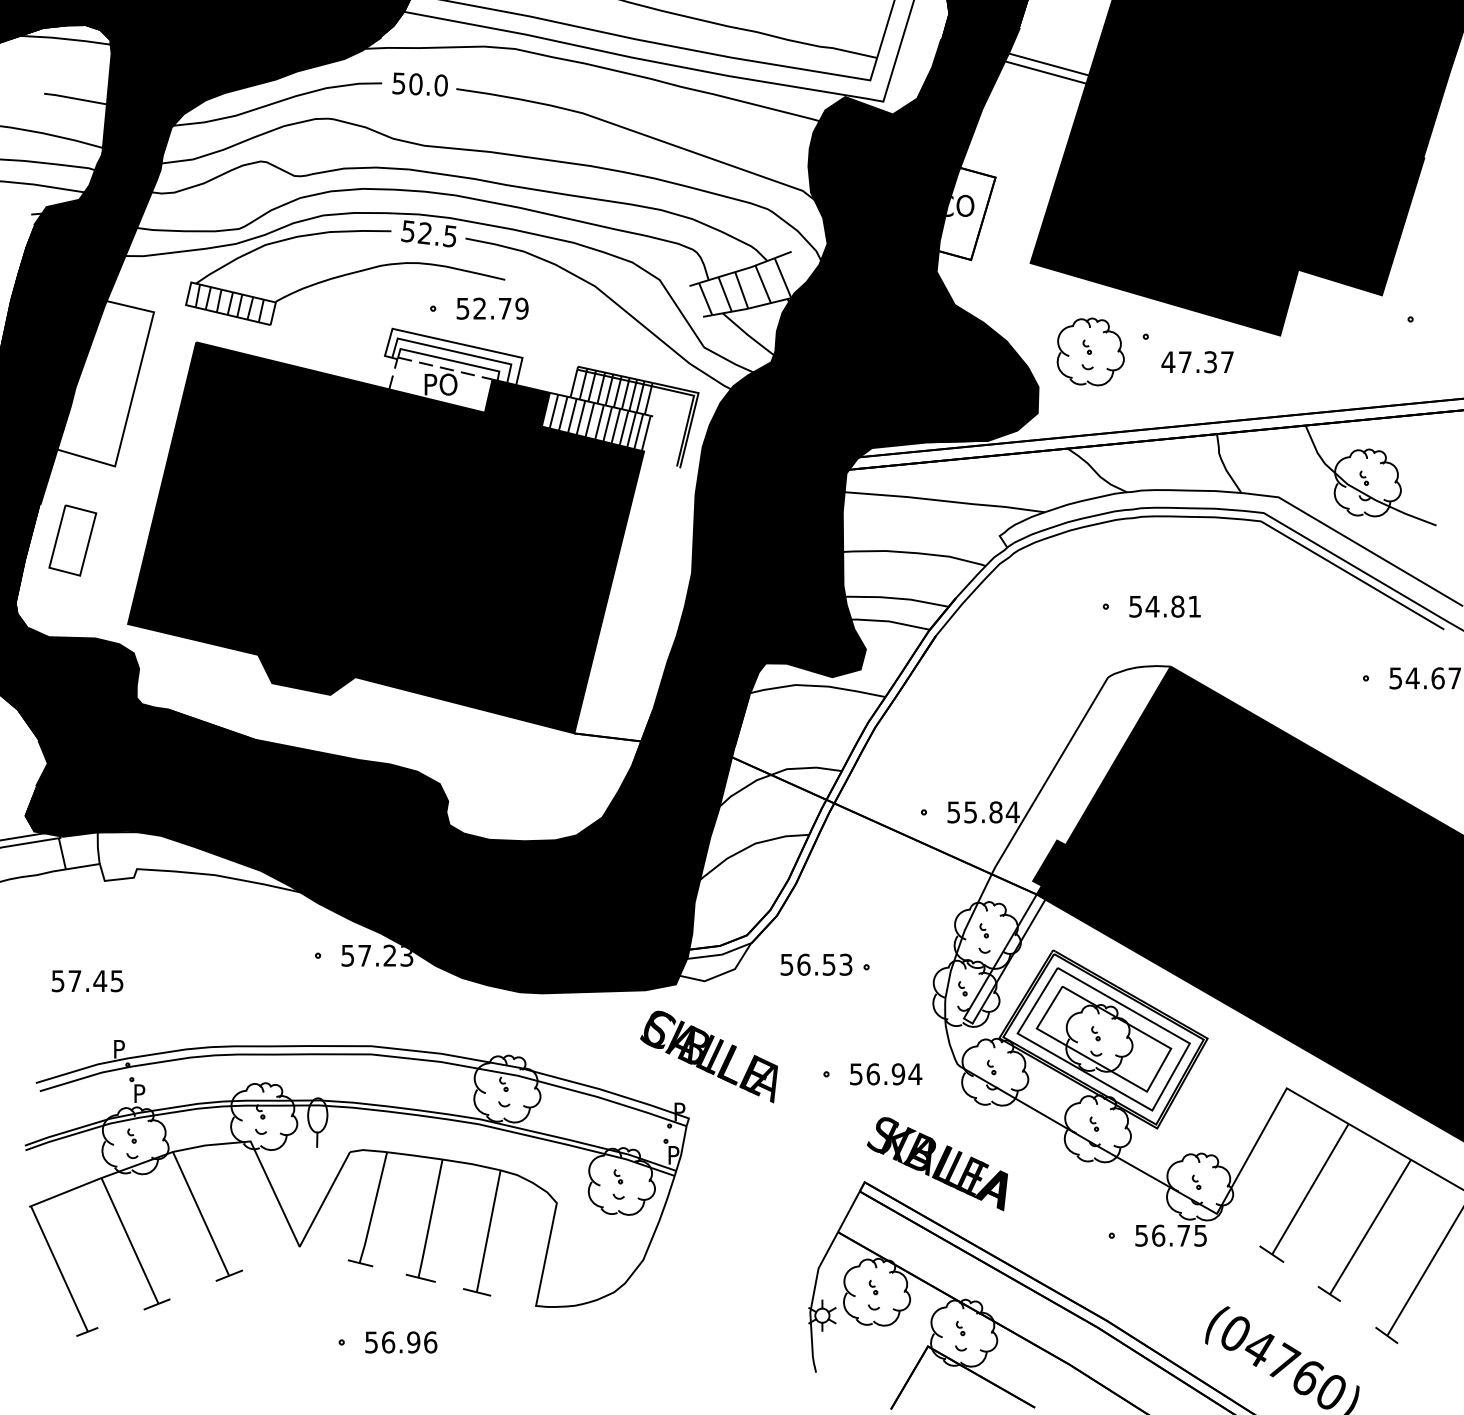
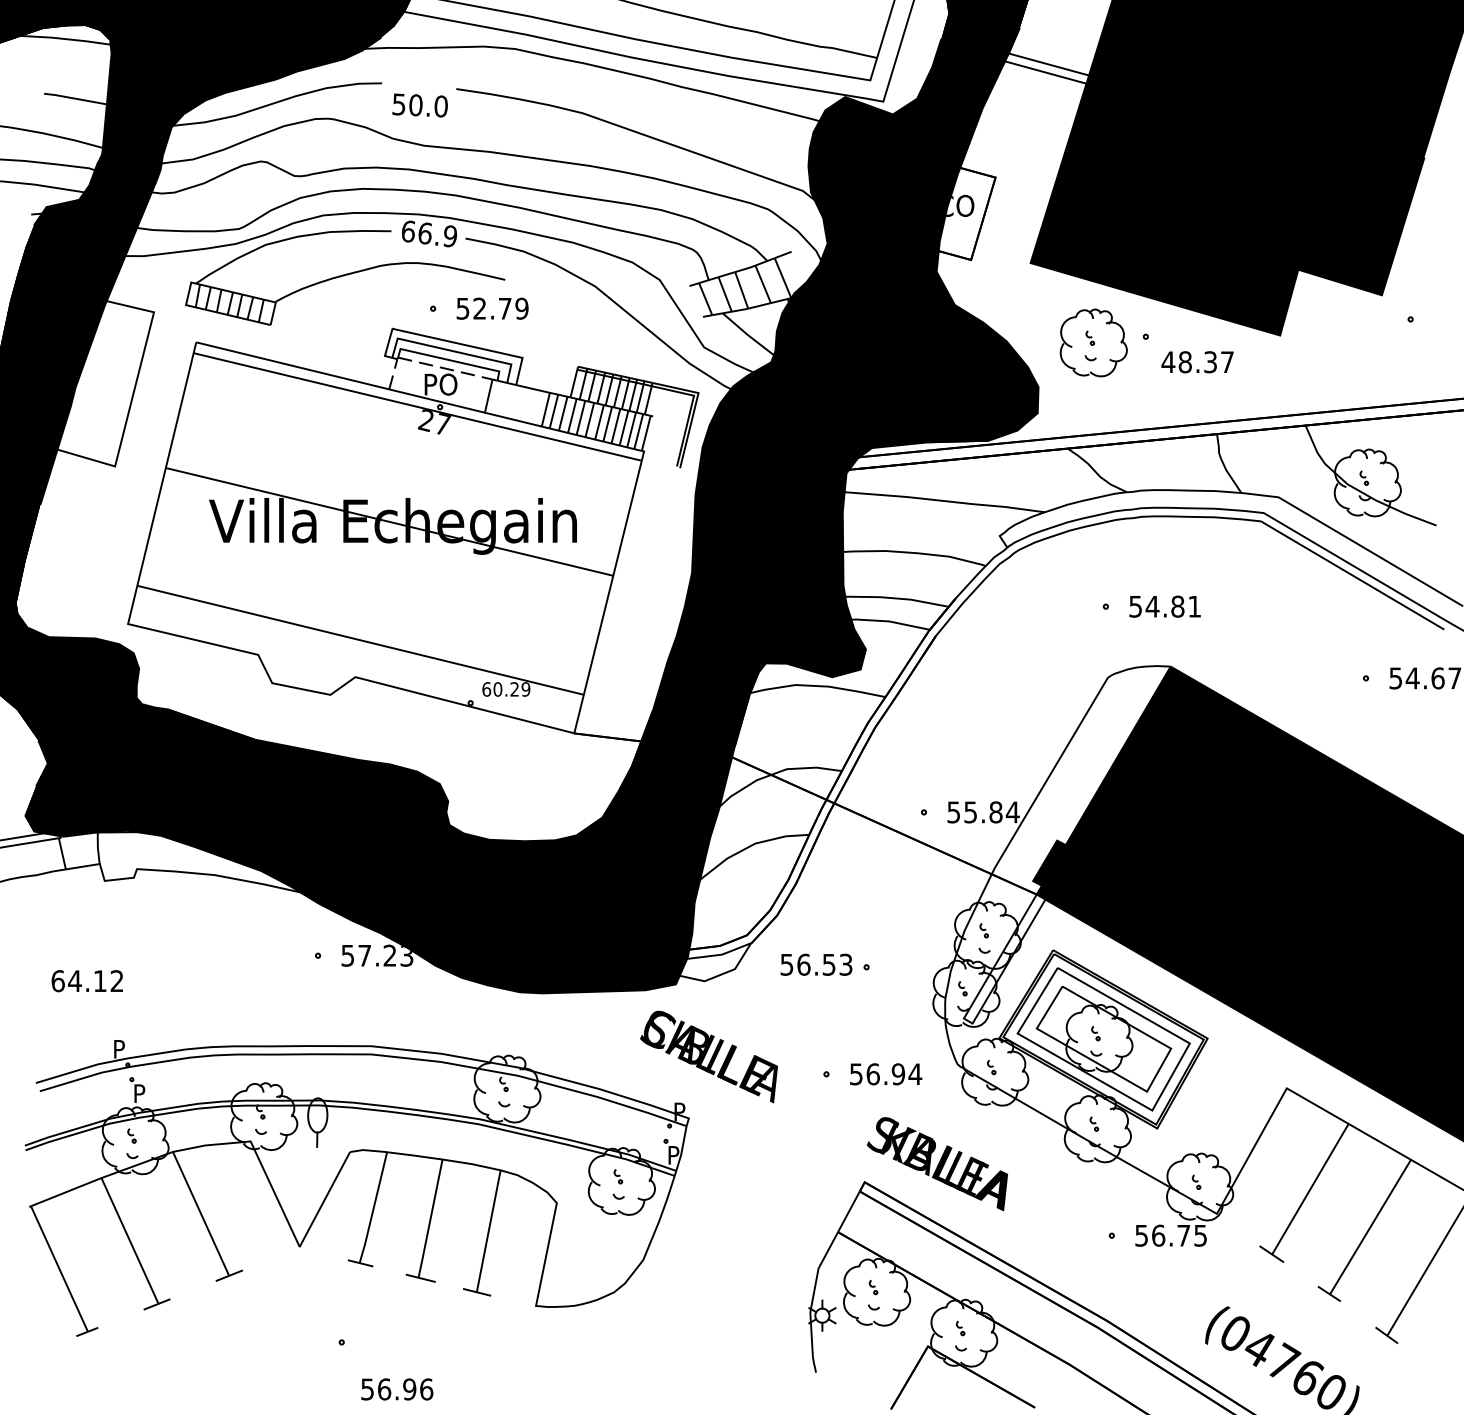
text at (419, 84) position: (419, 84) -> (419, 105)
text at (429, 233): 52.5 -> 66.9
part at (1090, 351) position: (1090, 351) -> (1093, 342)
text at (1184, 362): 47.37 -> 48.37
fill at (386, 537): present -> none
part at (72, 540): present -> none
text at (87, 981): 57.45 -> 64.12
text at (401, 1342) position: (401, 1342) -> (397, 1389)
